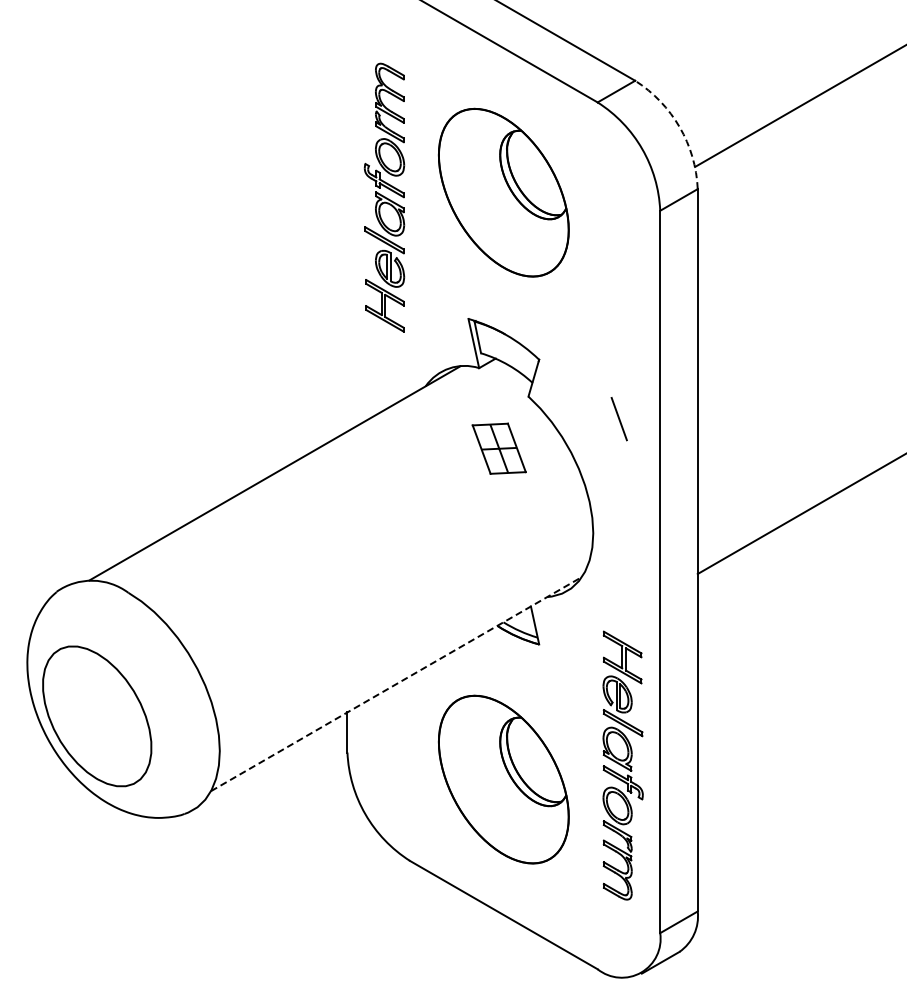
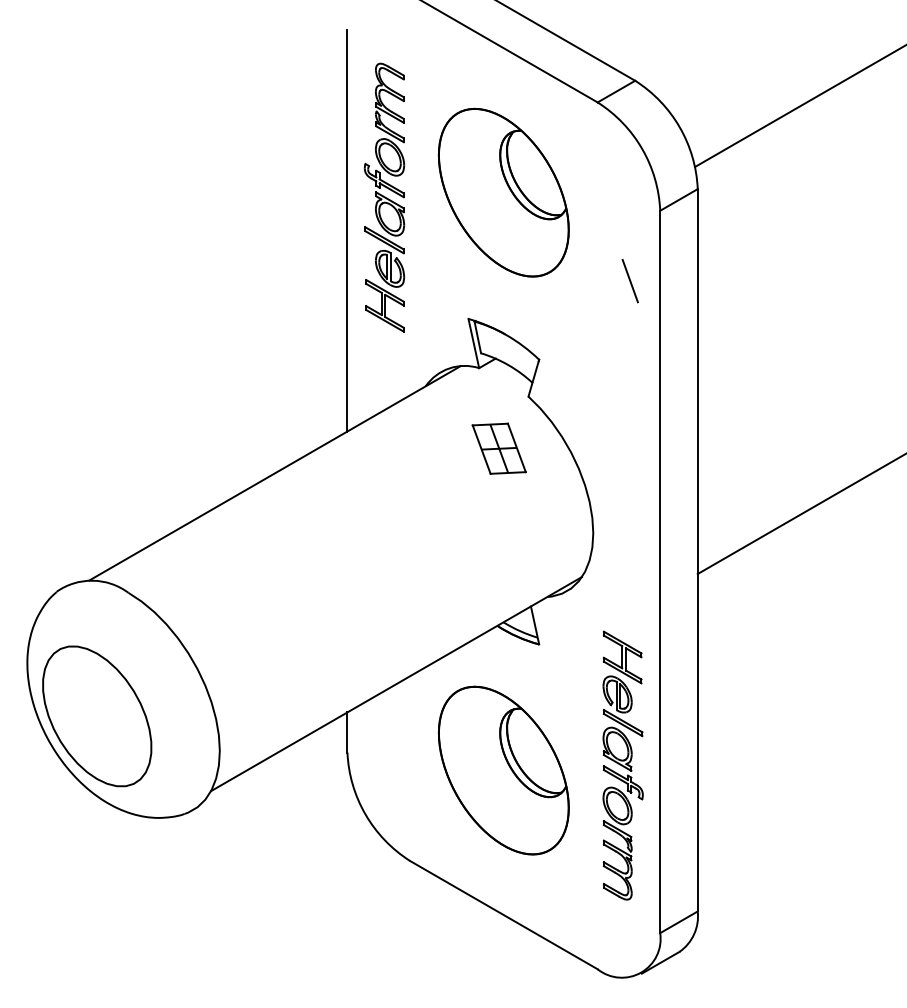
arc at (679, 127): dashed -> solid
line at (347, 230): none -> present
line at (618, 419) position: (618, 419) -> (629, 281)
line at (396, 683): dashed -> solid
part at (503, 779) position: (503, 779) -> (503, 770)
